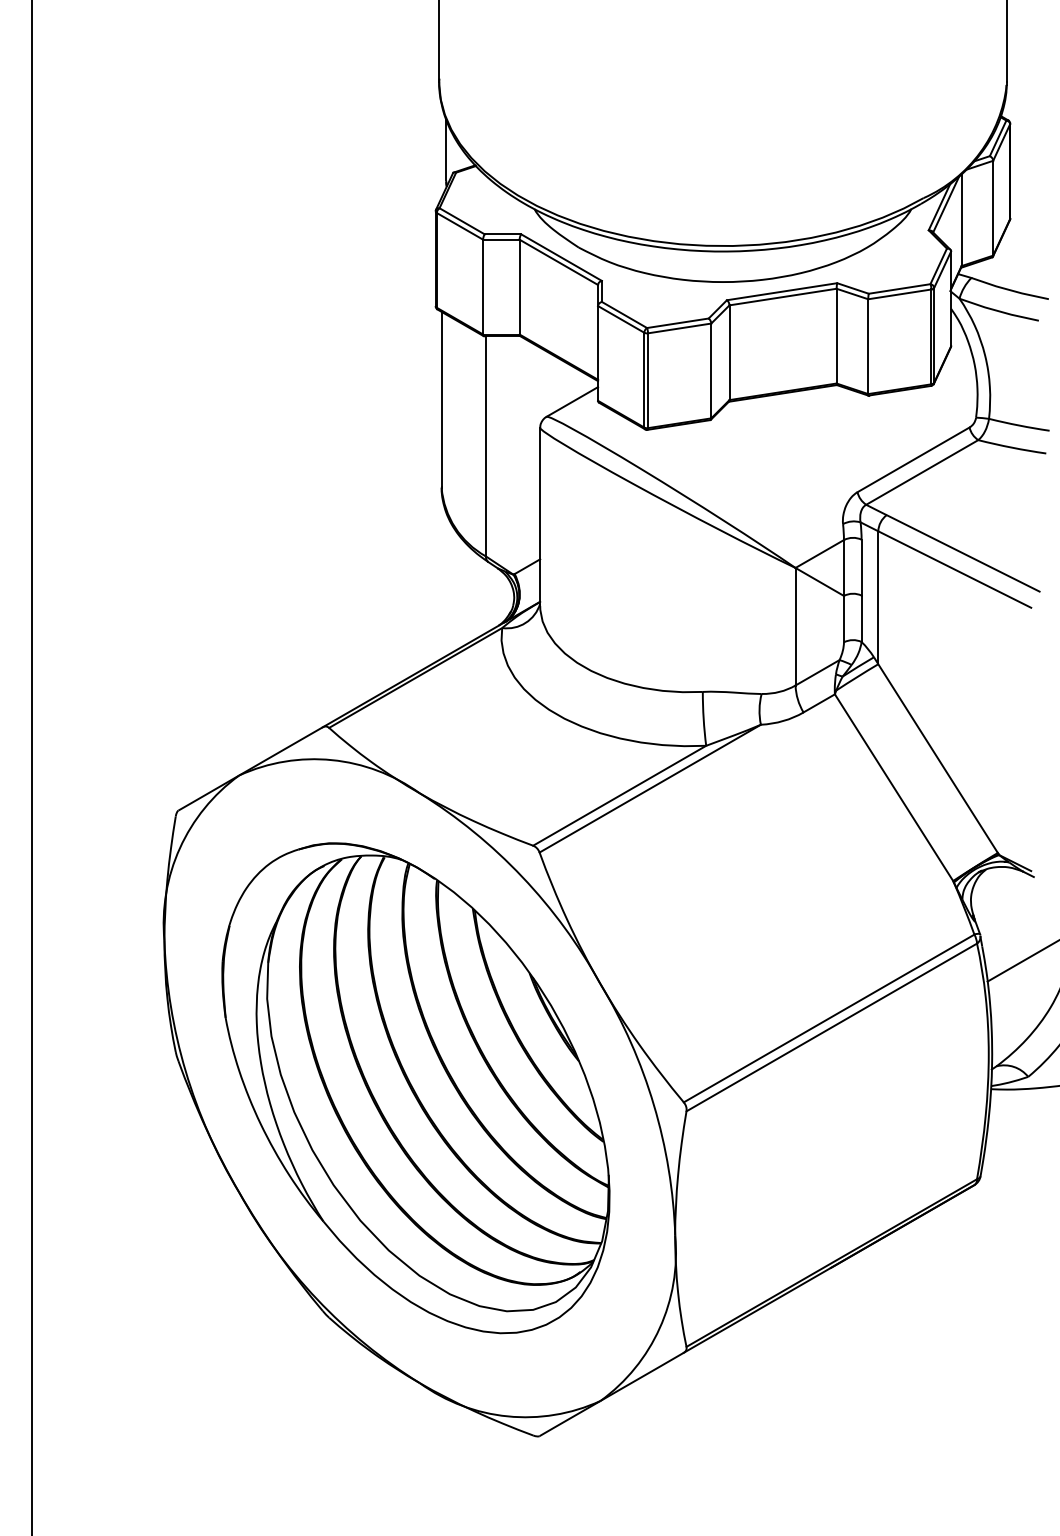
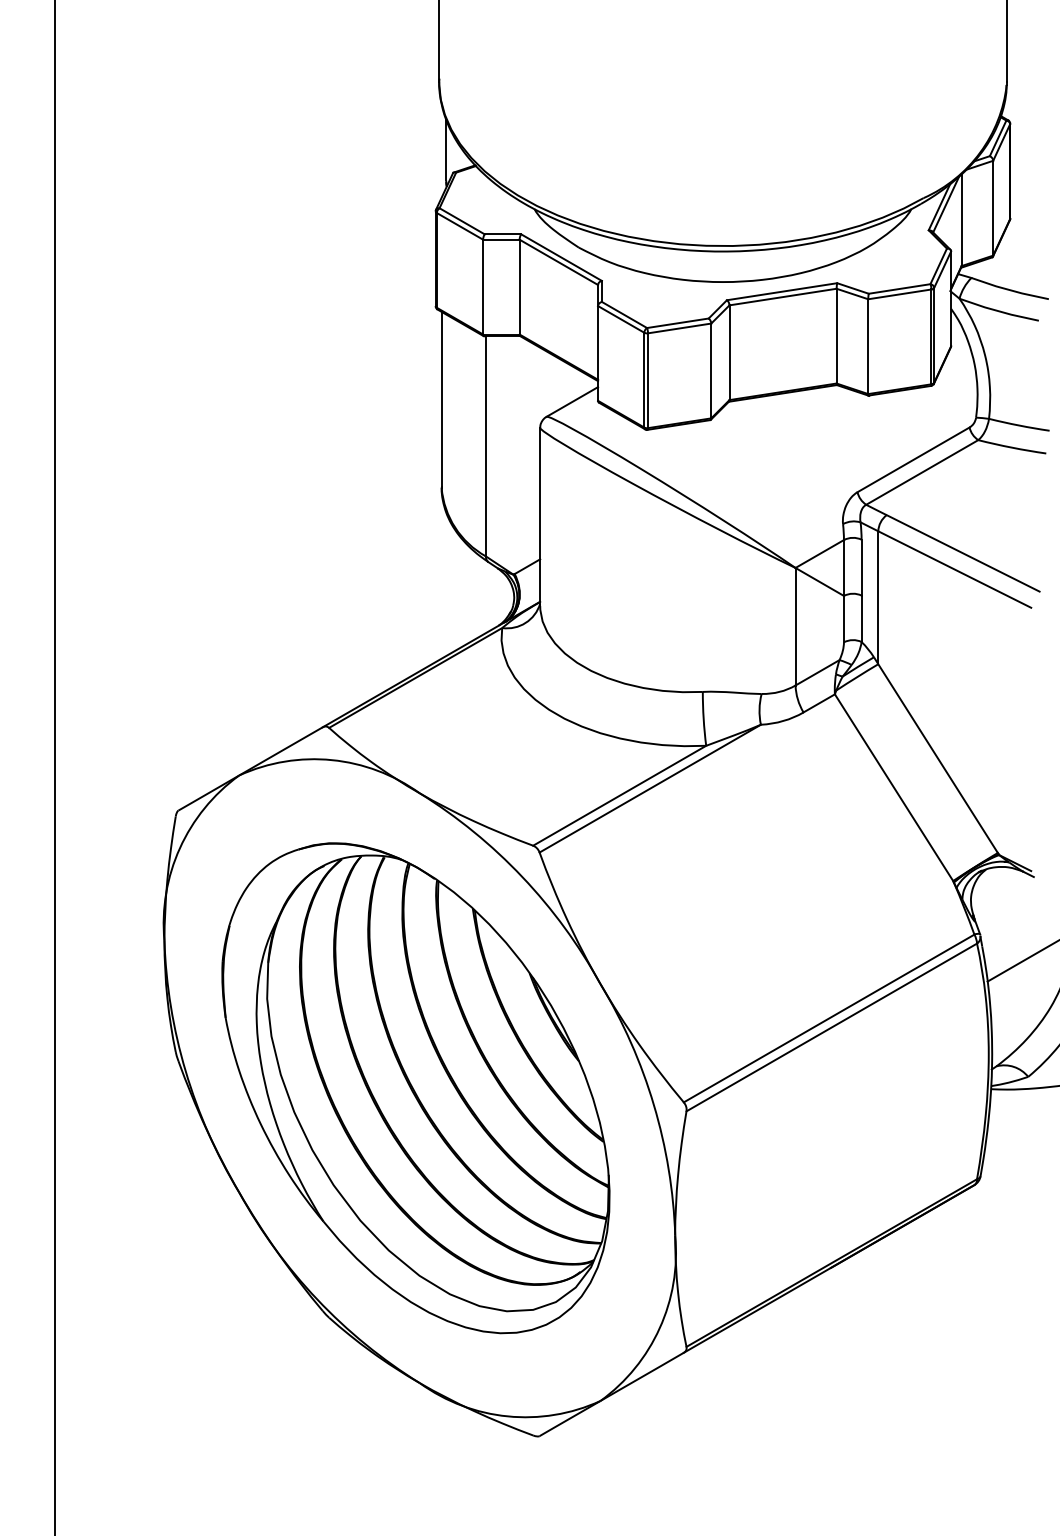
line at (31, 767) position: (31, 767) -> (54, 767)
